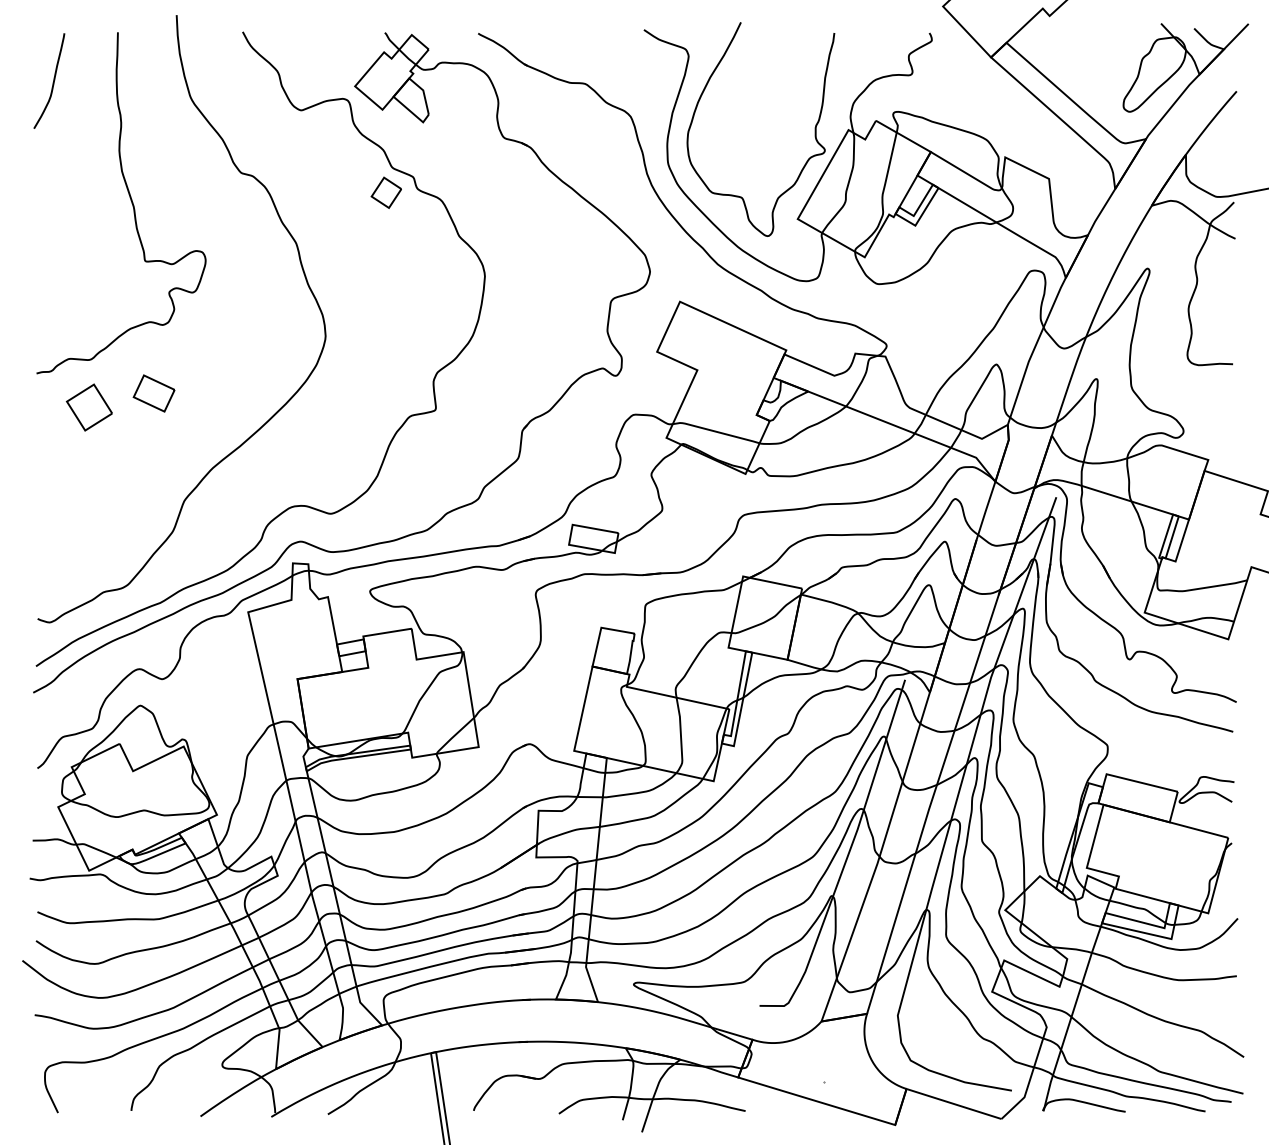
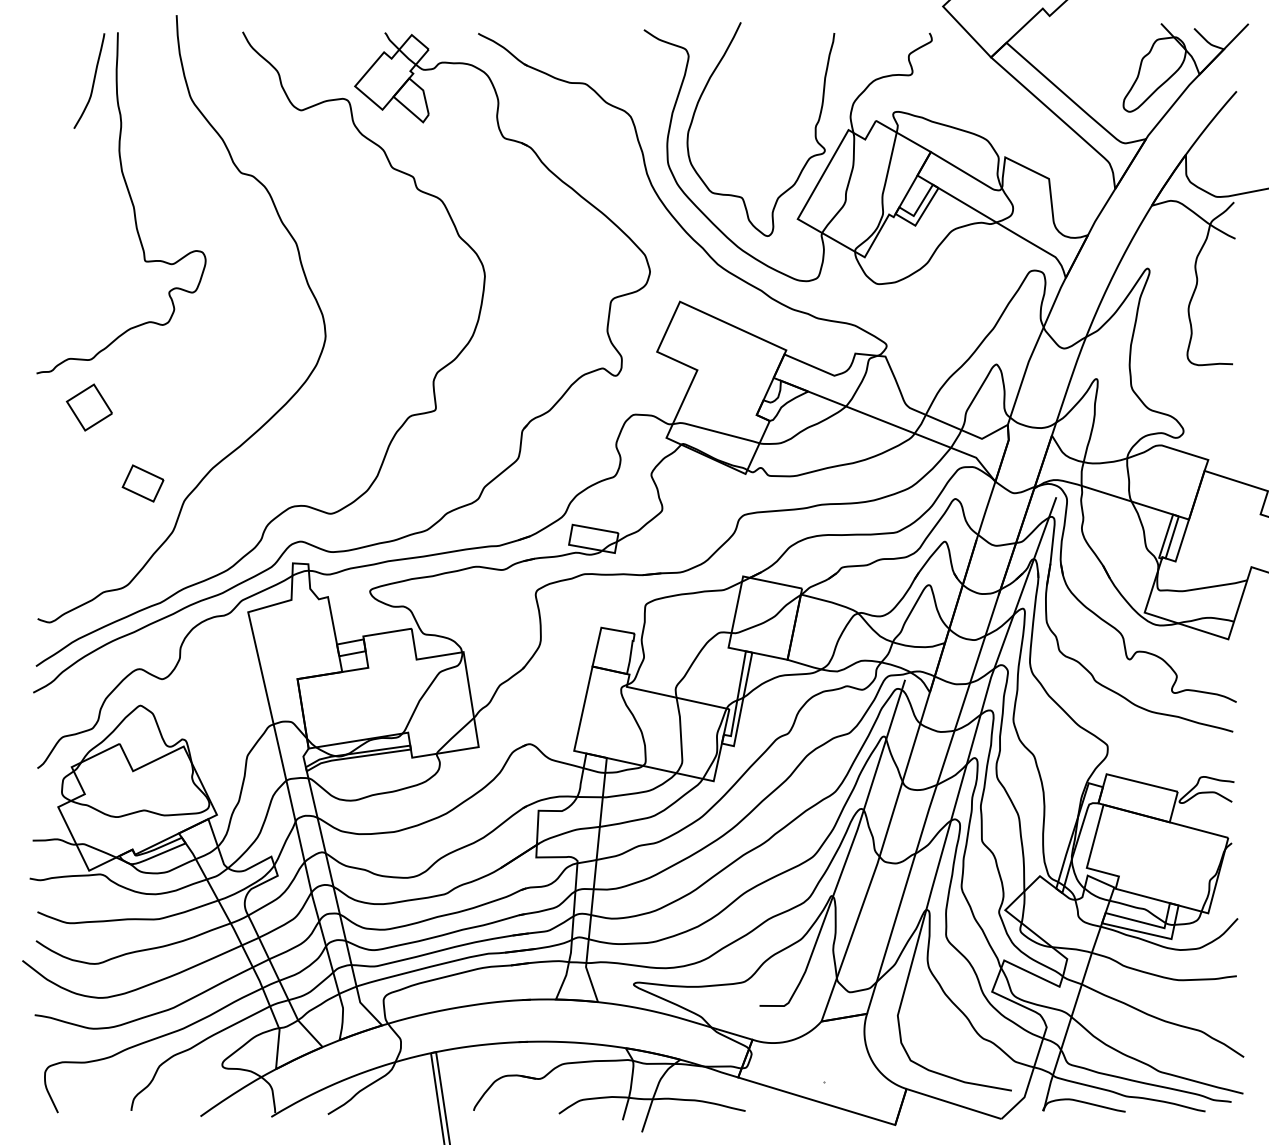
curve at (52, 82) position: (52, 82) -> (92, 82)
part at (385, 192): present -> none
part at (153, 393) position: (153, 393) -> (142, 483)
